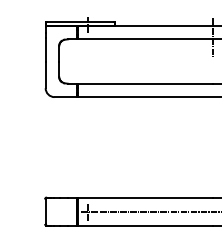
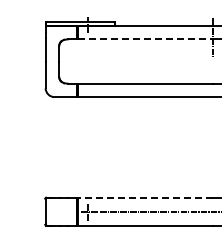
line at (145, 39): solid -> dashed
line at (144, 197): solid -> dashed
